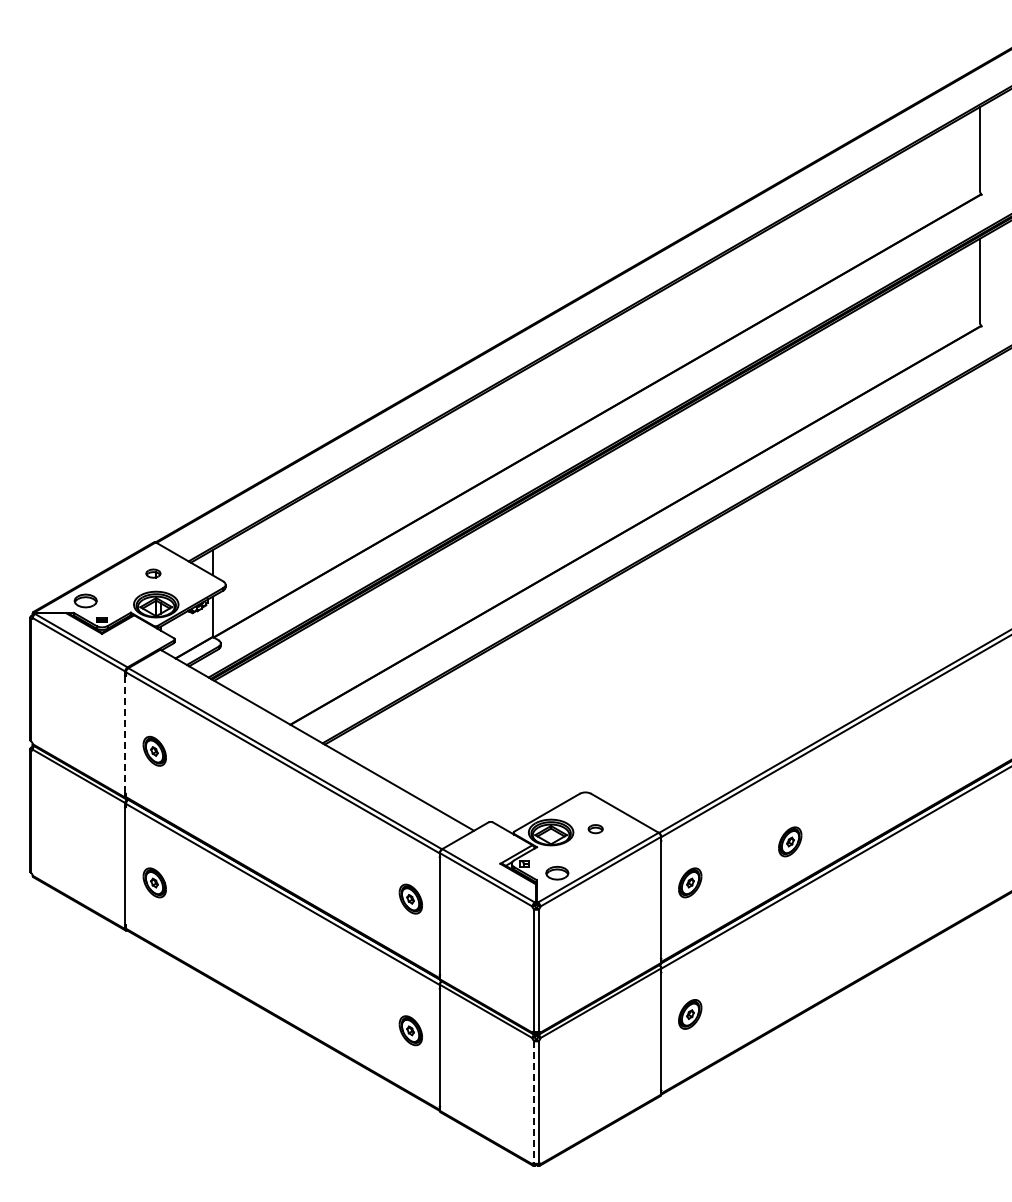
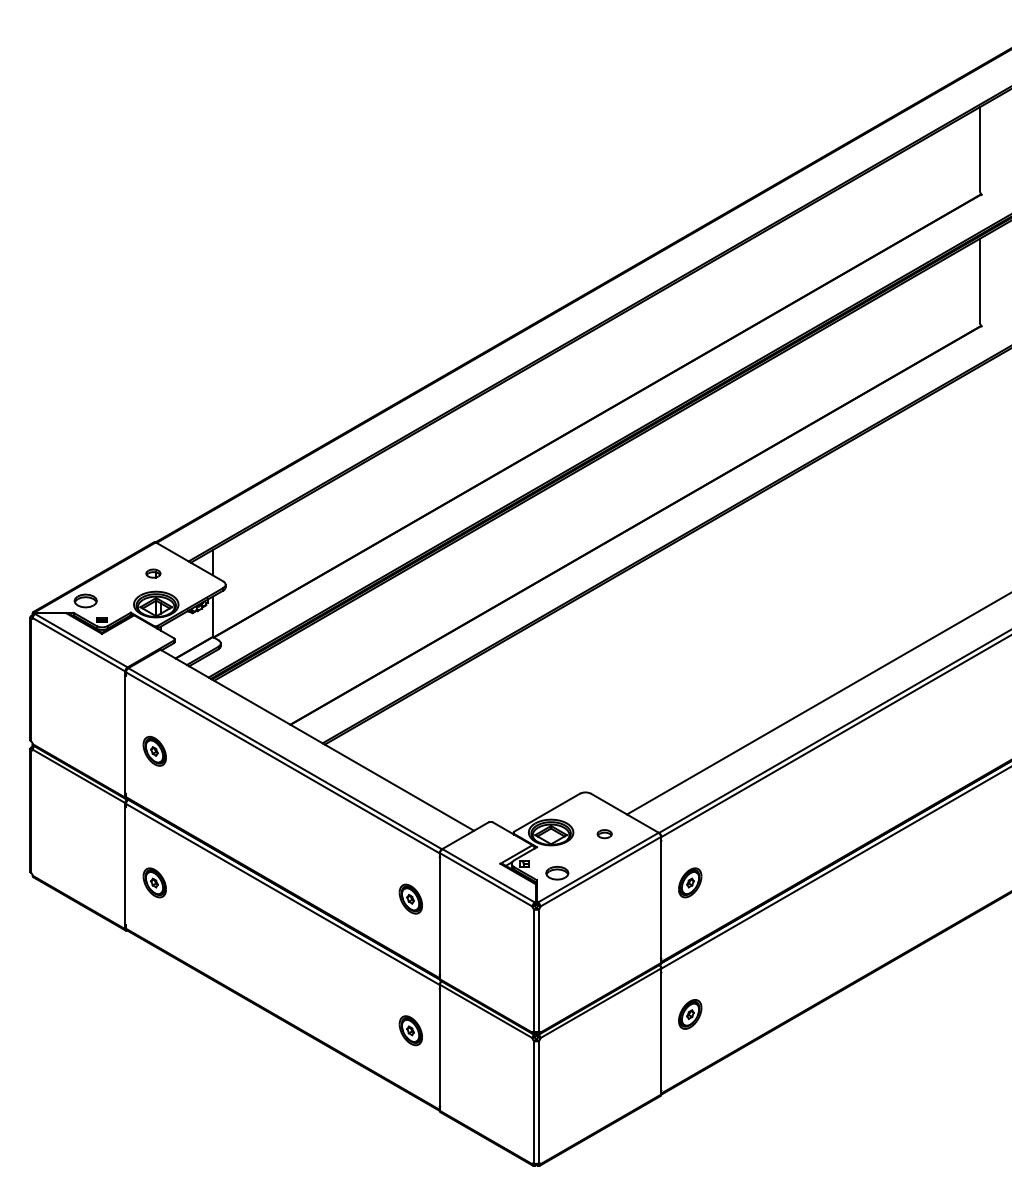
line at (817, 704): none -> present
line at (125, 734): dashed -> solid
part at (595, 829) position: (595, 829) -> (604, 834)
part at (790, 841): present -> none
line at (534, 1102): dashed -> solid
